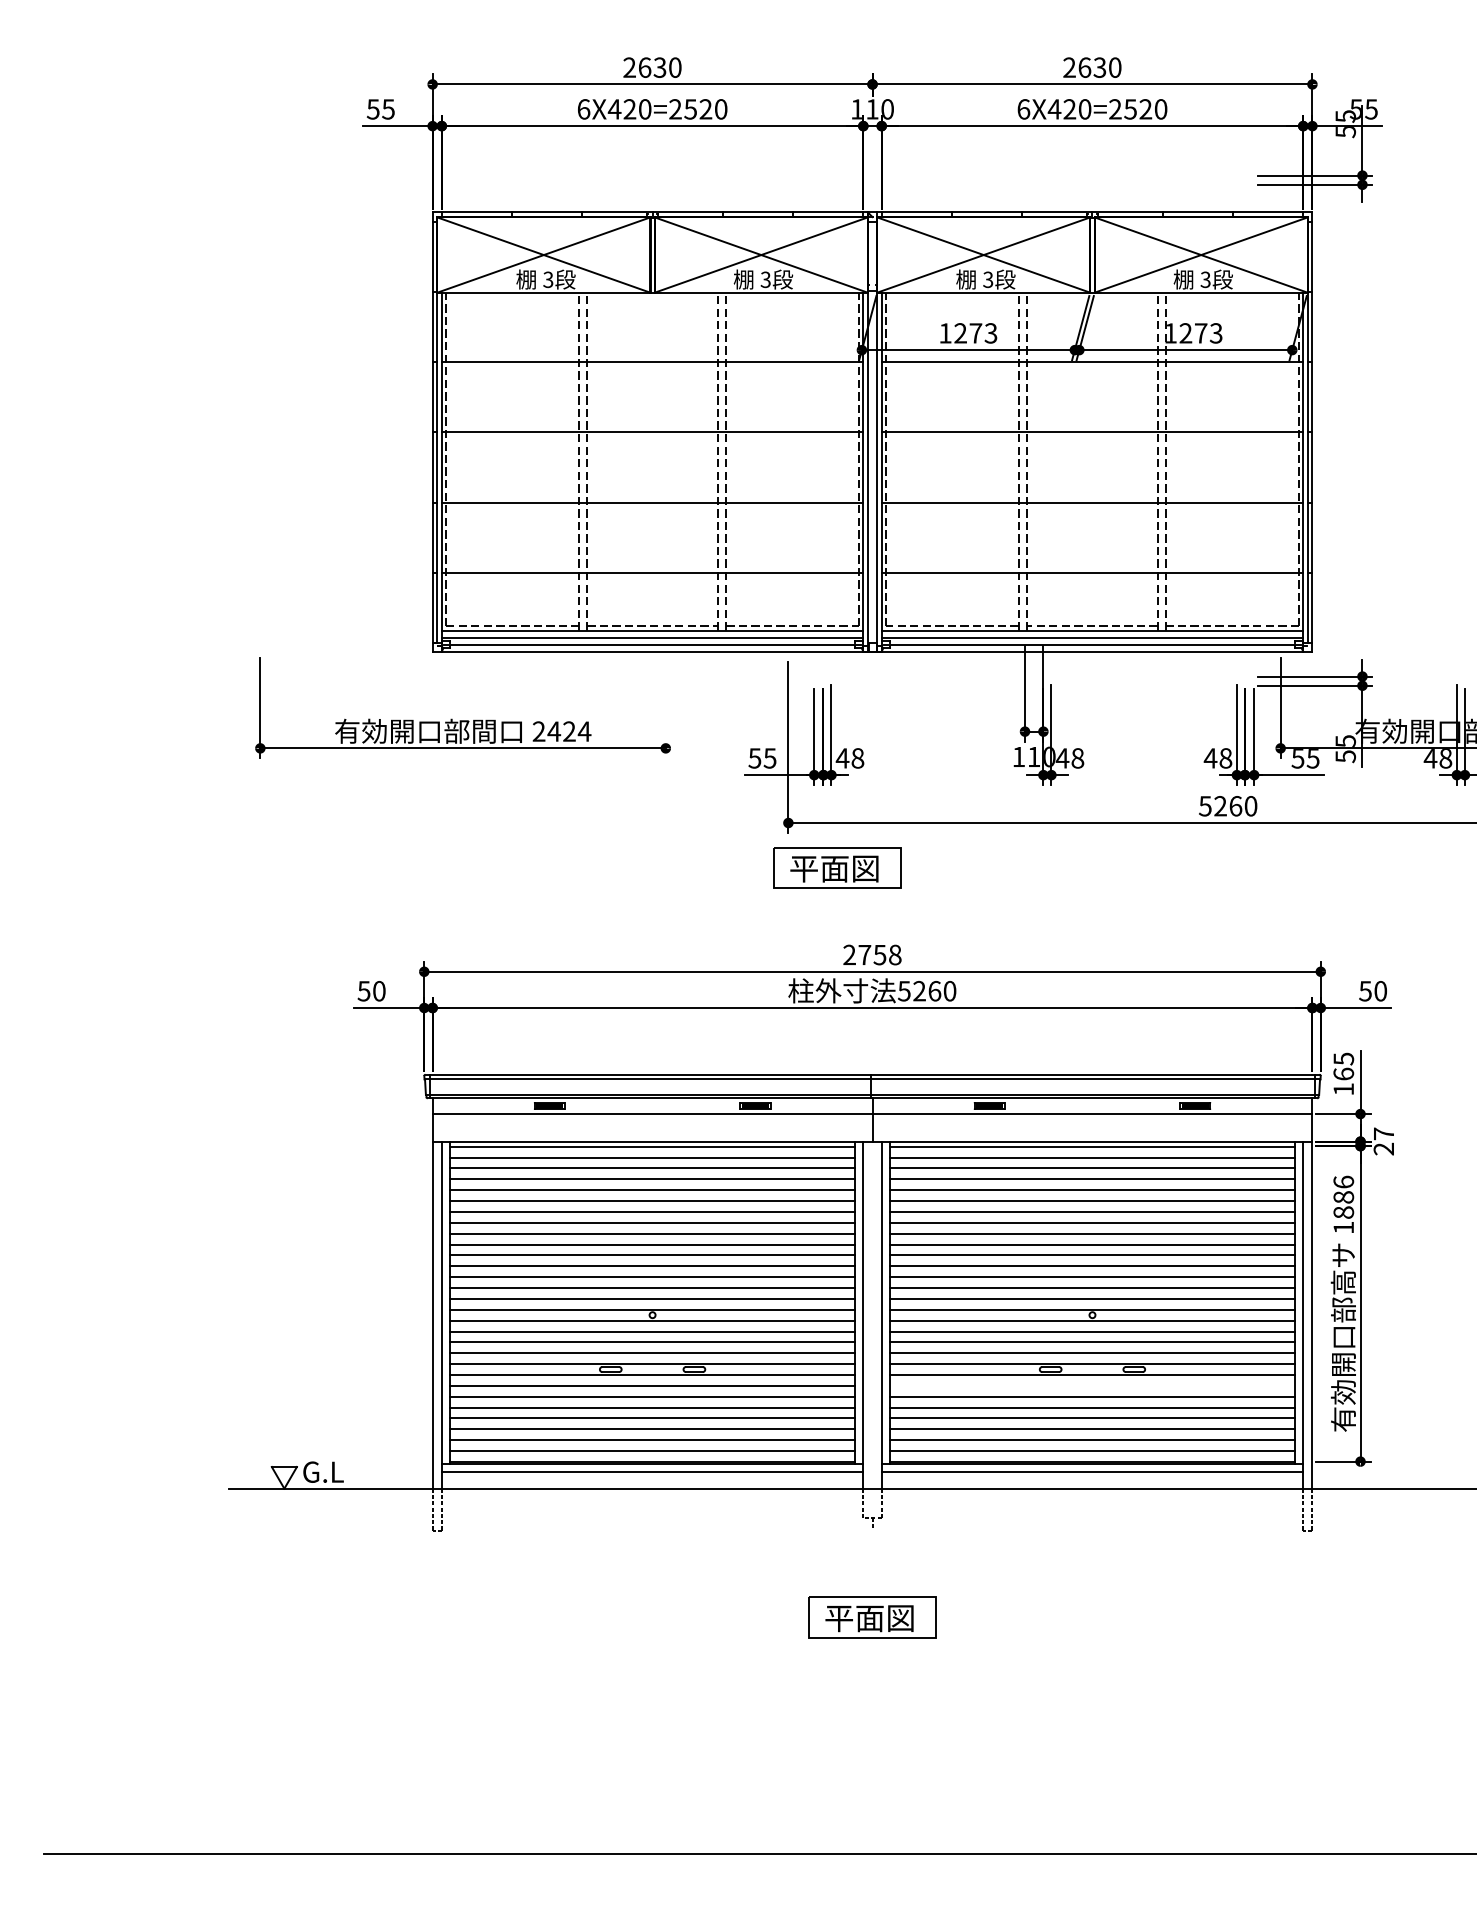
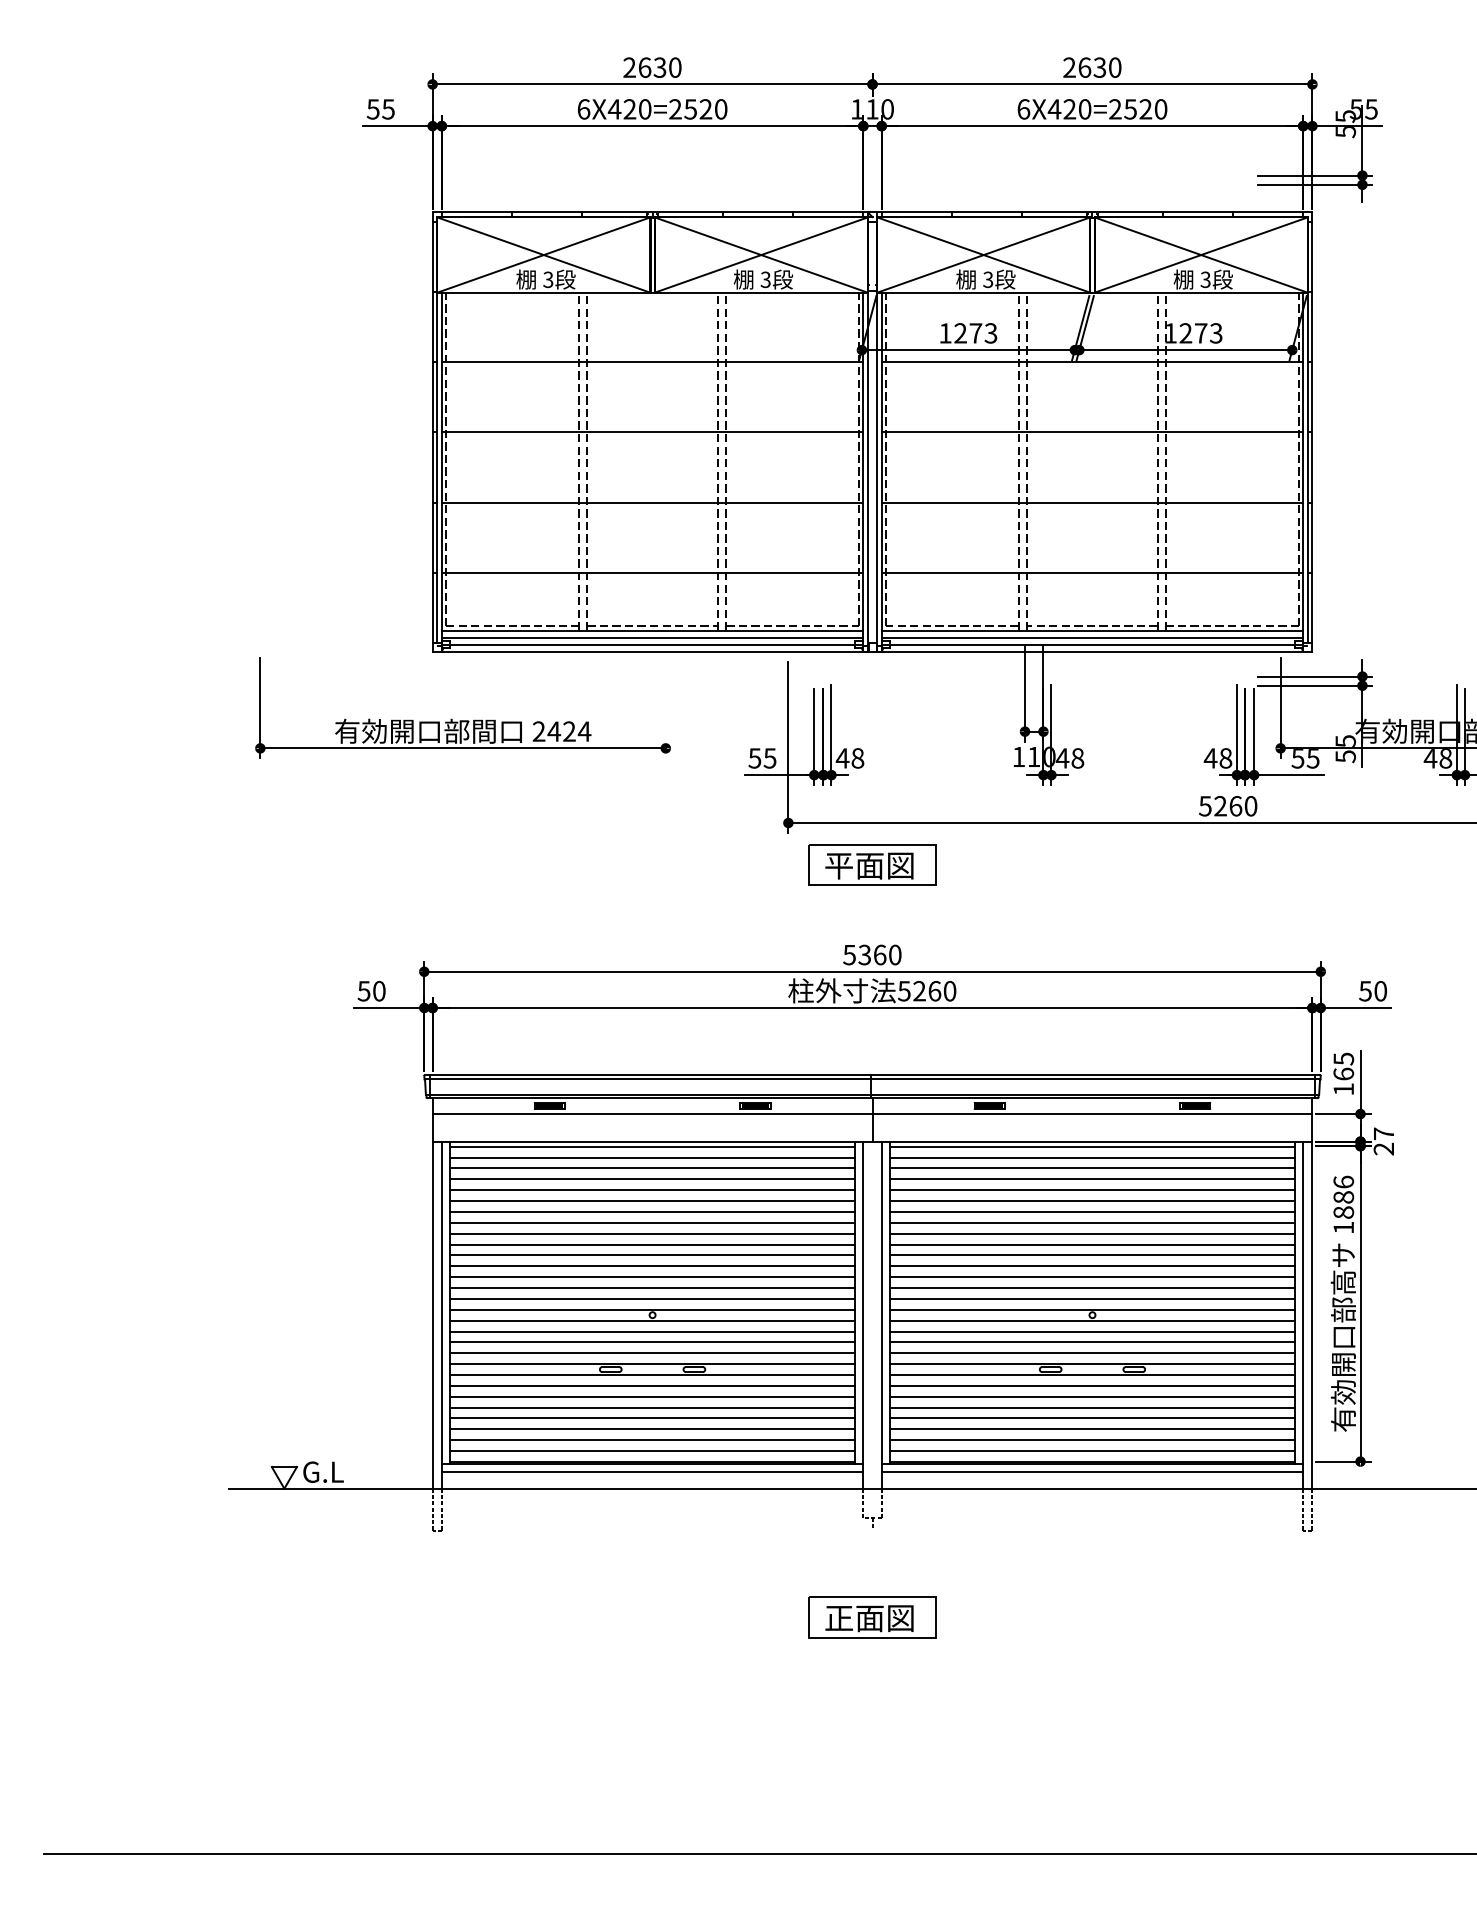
part at (837, 867) position: (837, 867) -> (872, 864)
text at (872, 954): 2758 -> 5360
line at (1092, 1385): none -> present
text at (839, 1618): 平面図 -> 正面図
